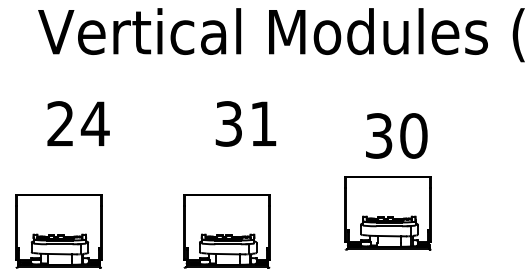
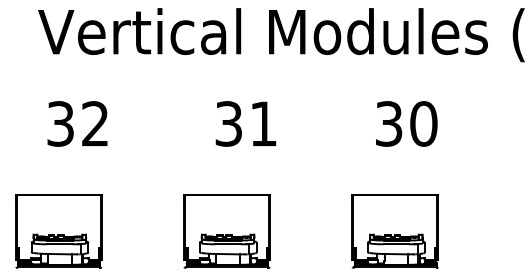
text at (78, 123): 24 -> 32
text at (396, 135) position: (396, 135) -> (406, 123)
part at (387, 213) position: (387, 213) -> (394, 231)
